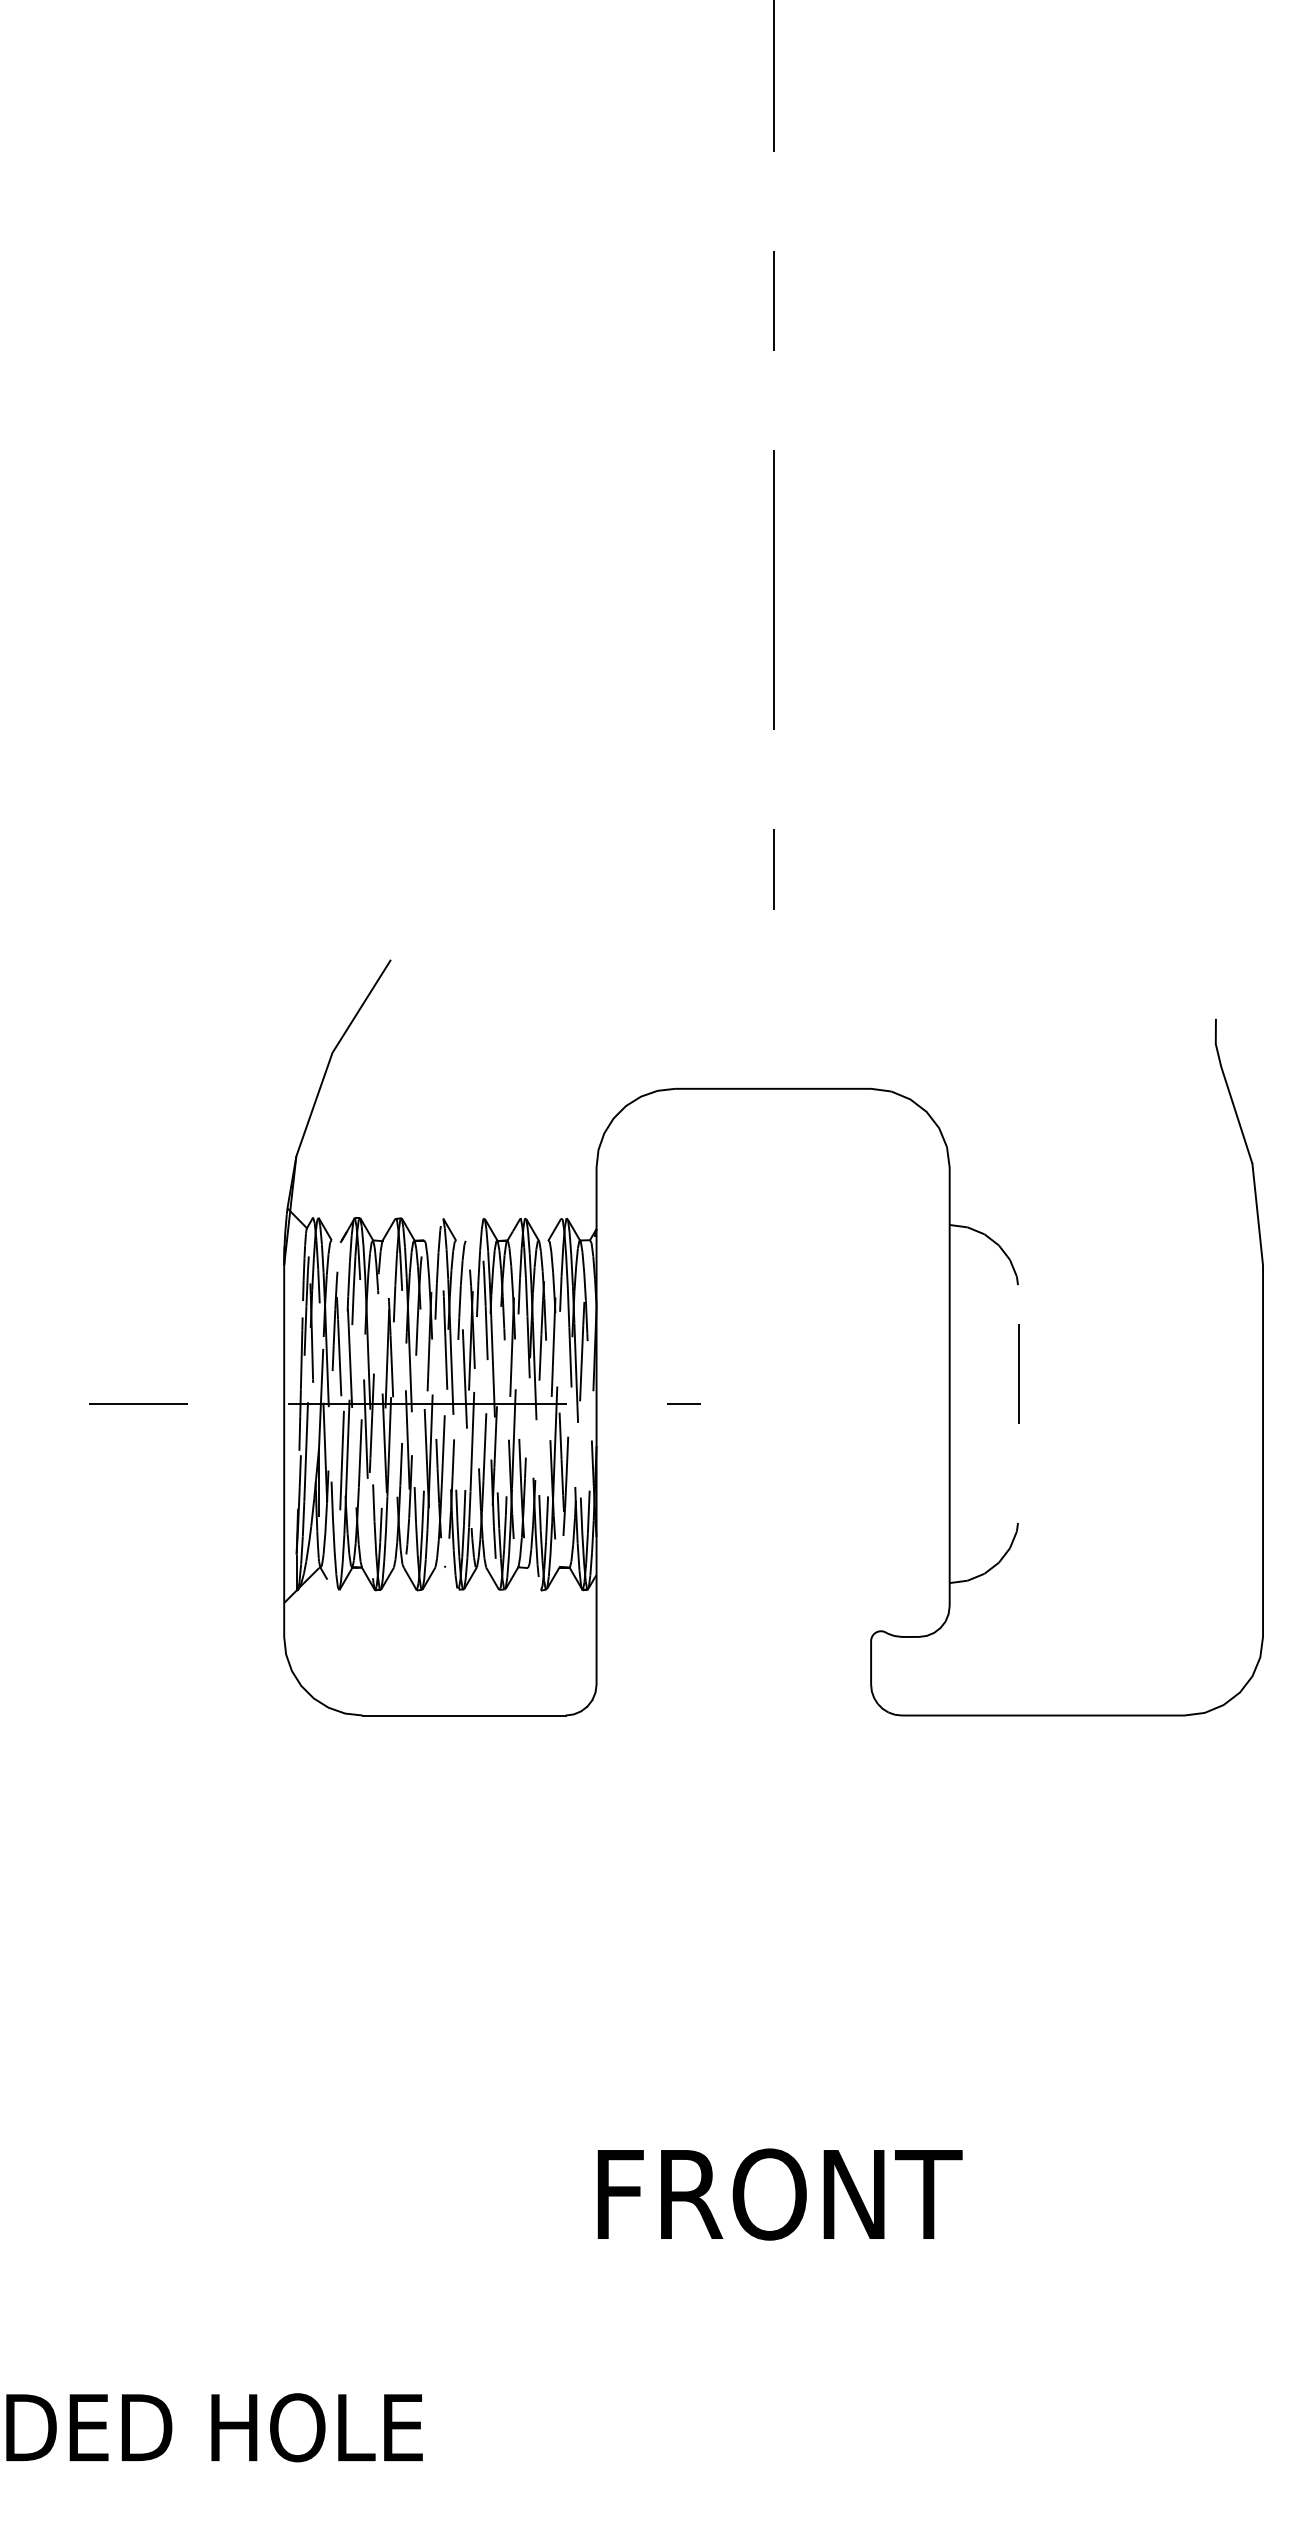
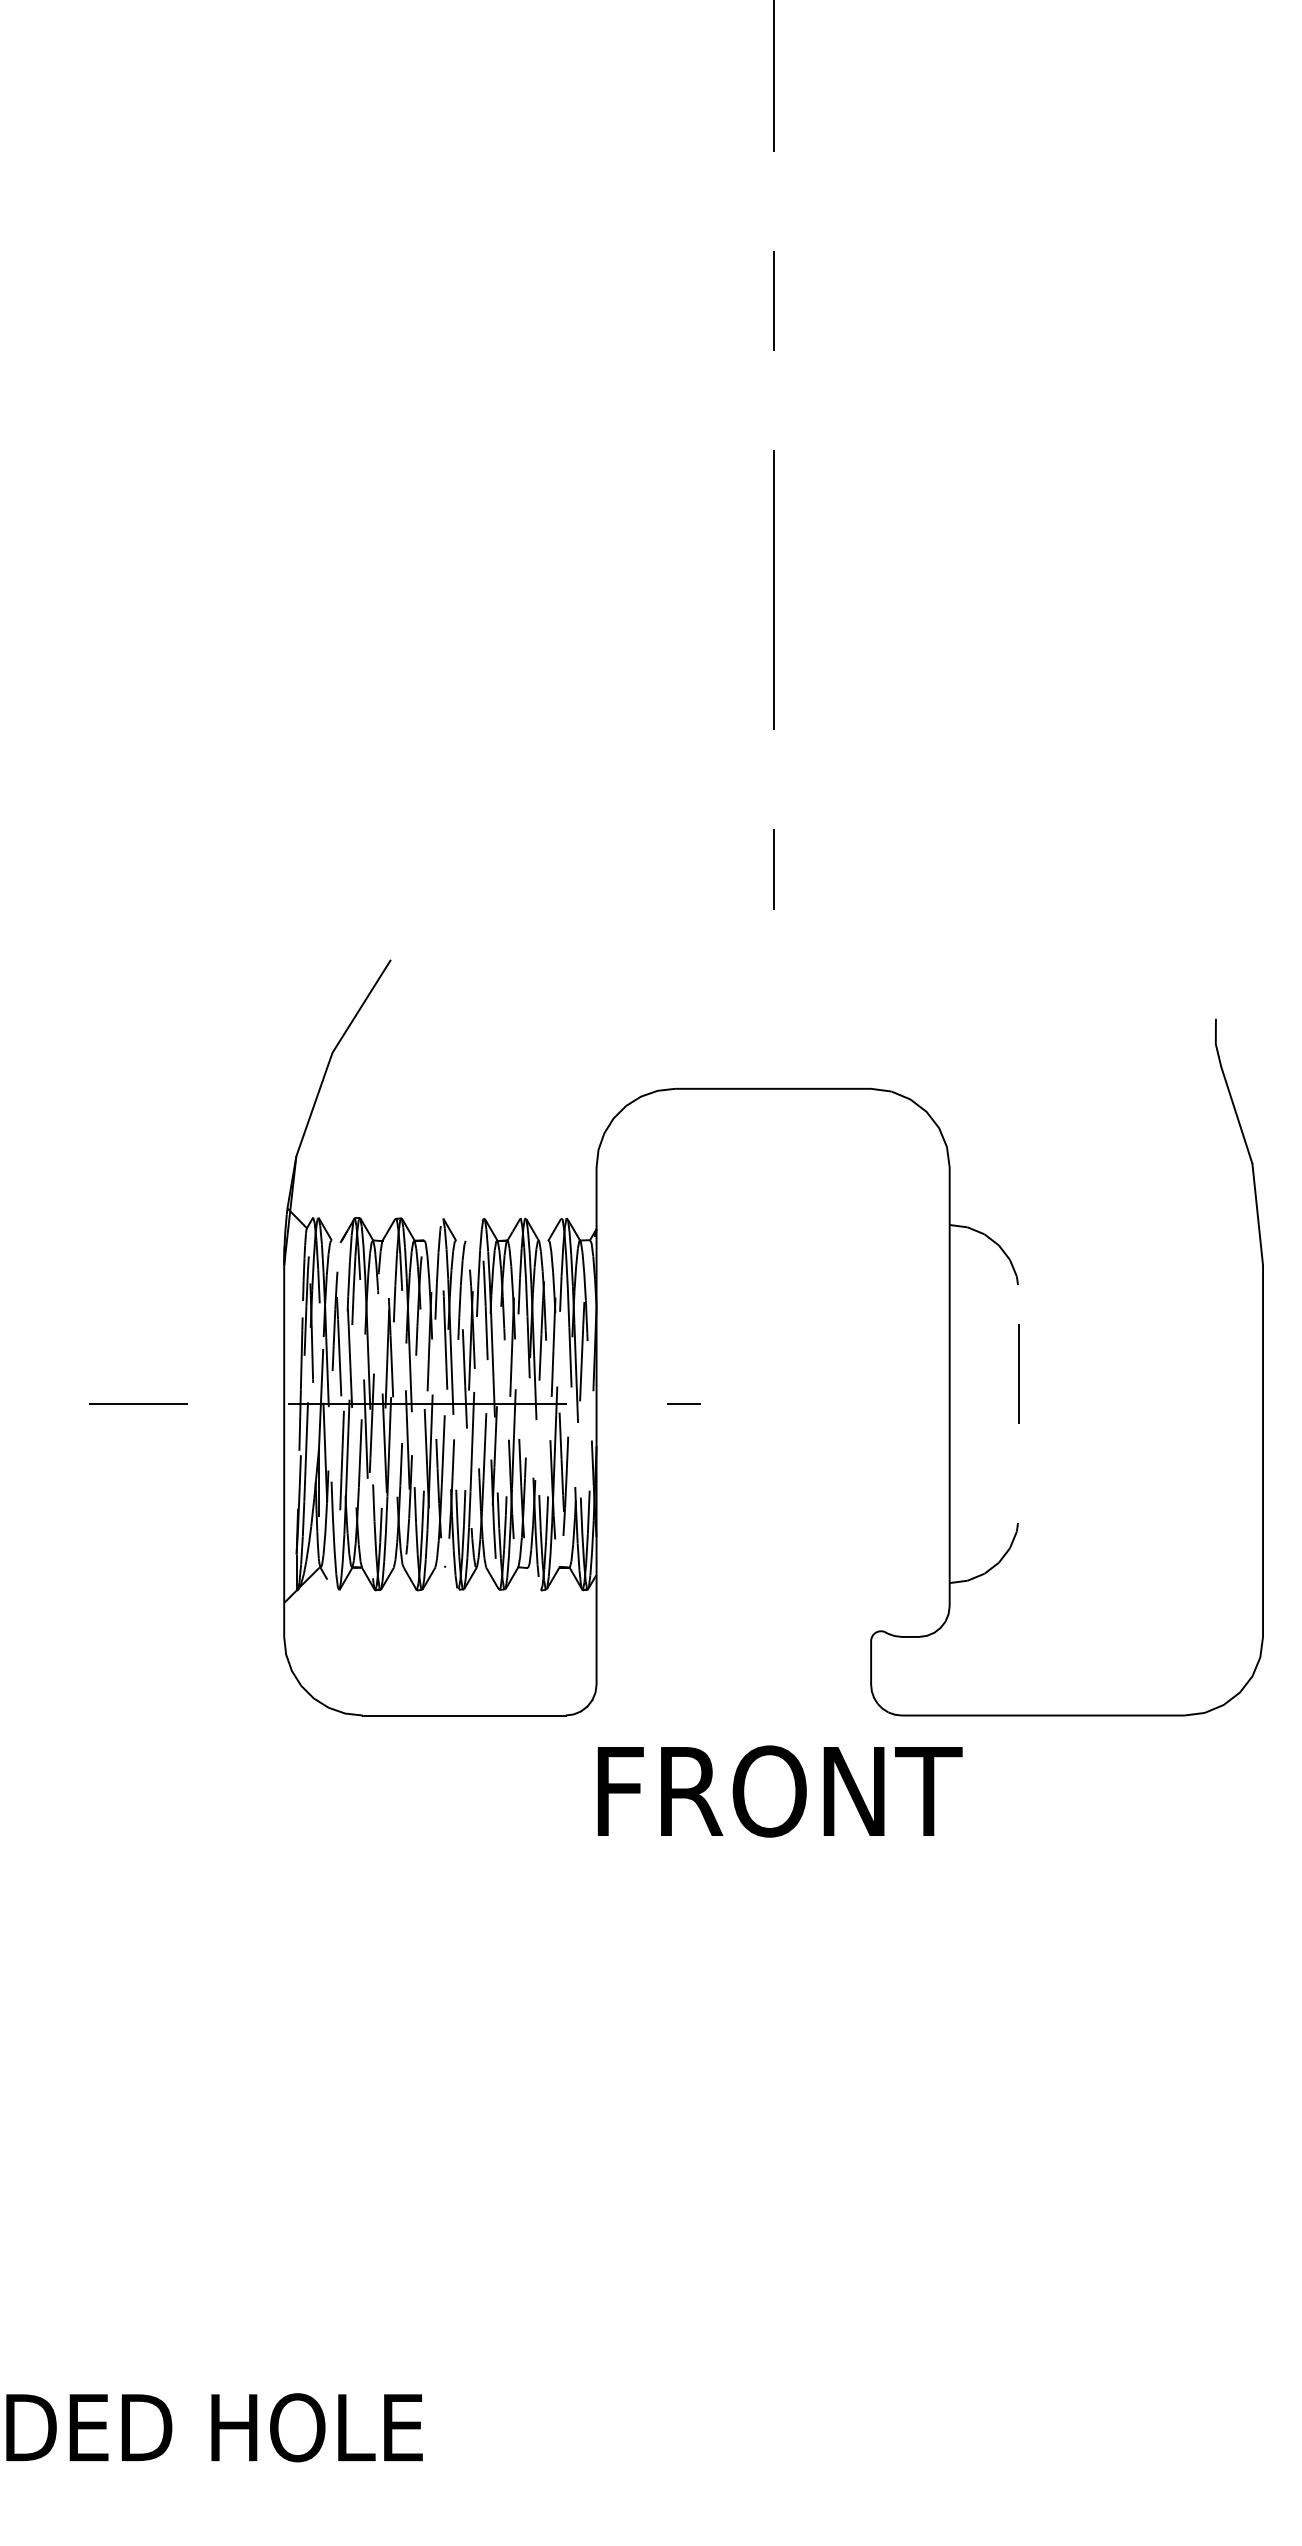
text at (779, 2194) position: (779, 2194) -> (779, 1791)
